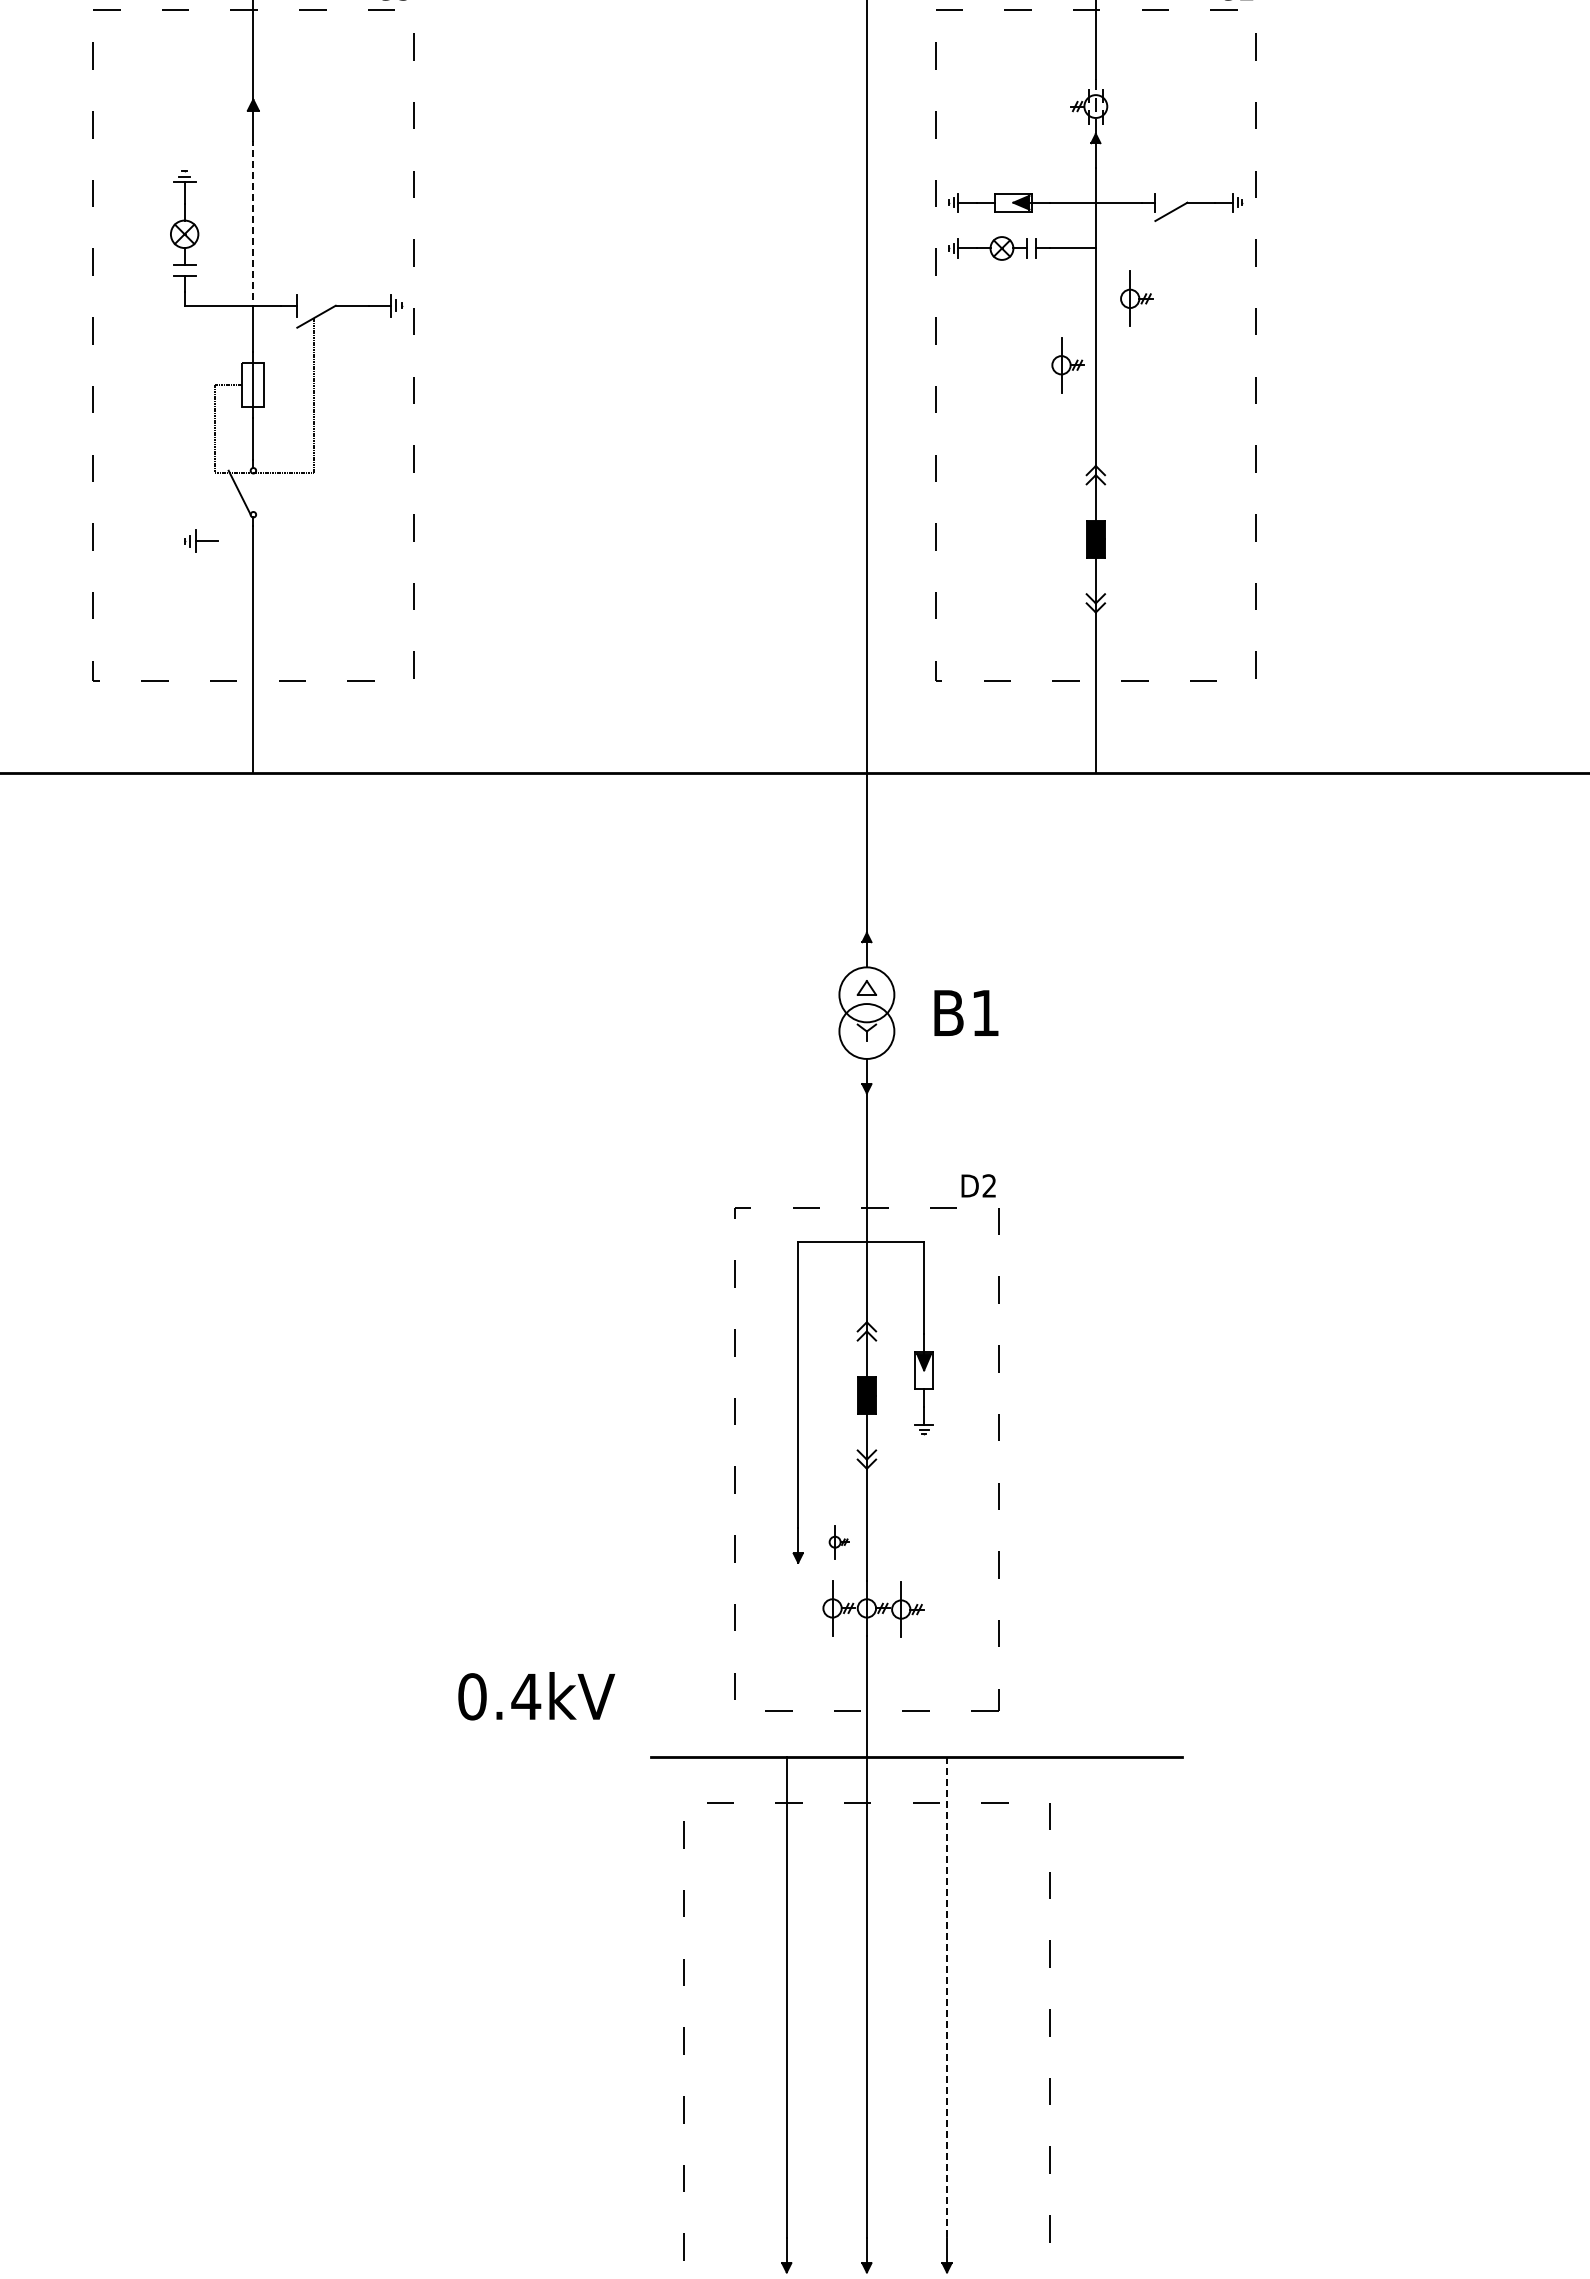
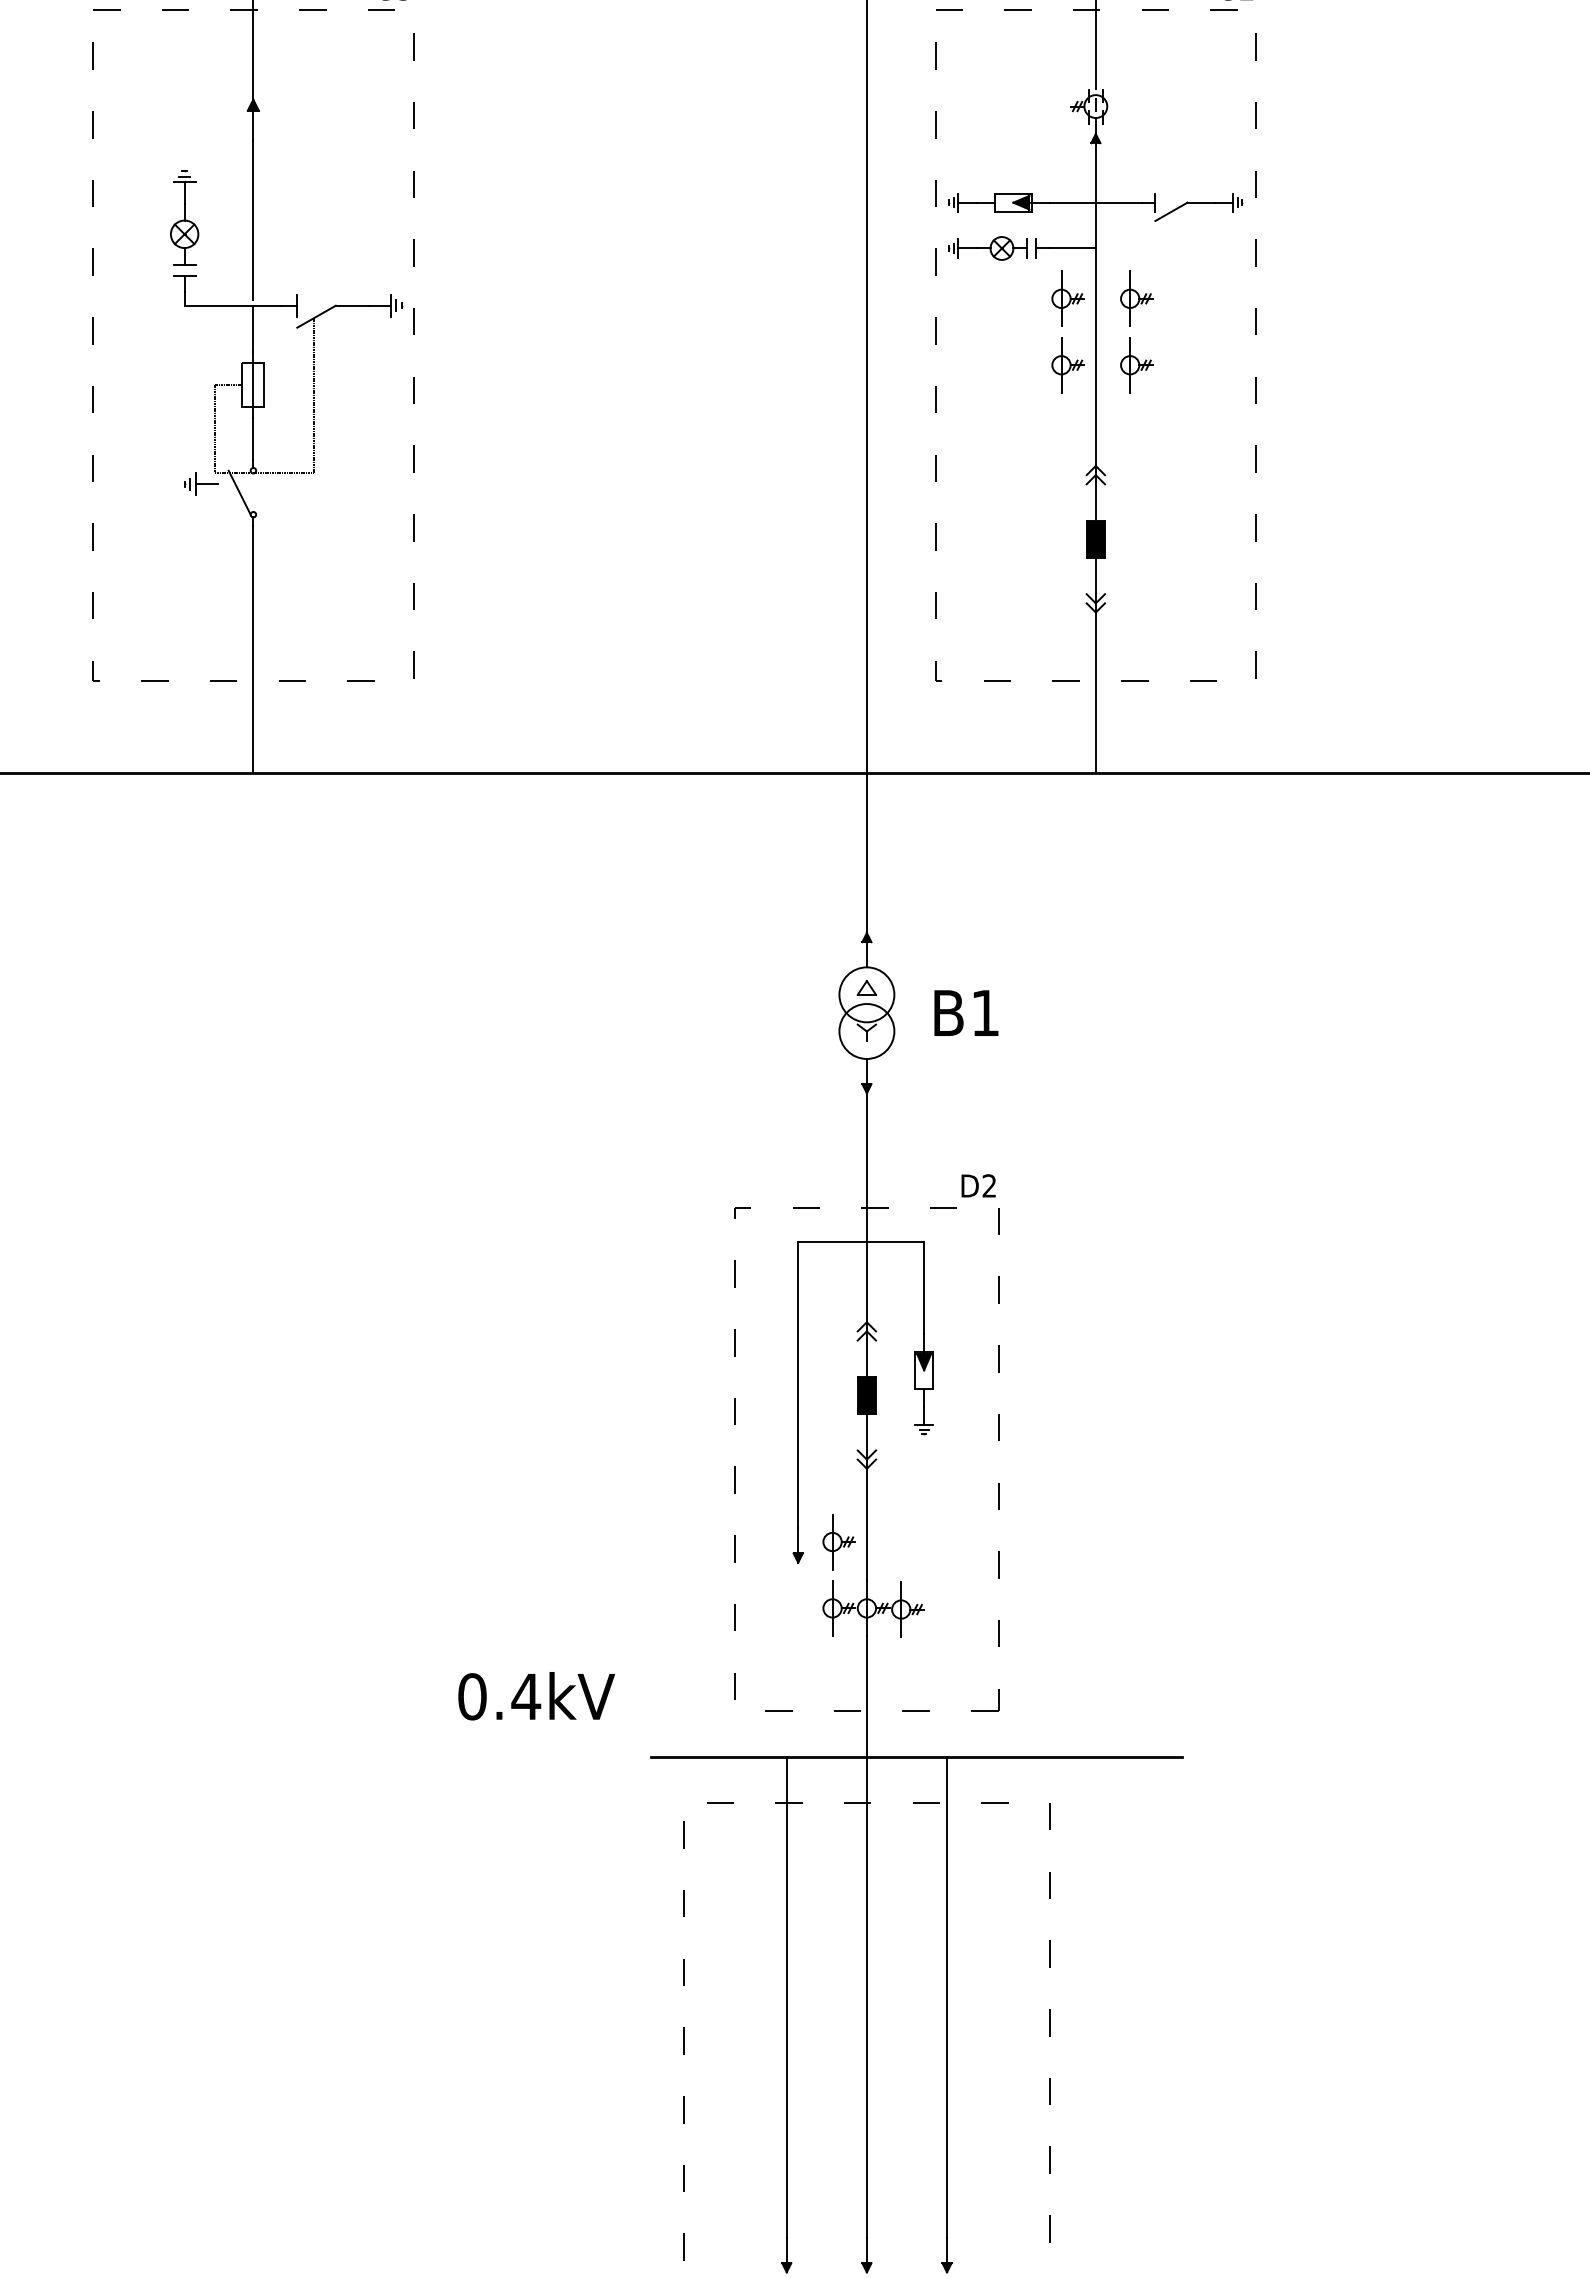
line at (253, 220): dashed -> solid
part at (1067, 298): none -> present
part at (1136, 365): none -> present
part at (201, 540) position: (201, 540) -> (201, 483)
part at (838, 1542) size: 22x35 px -> 34x57 px
line at (947, 1998): dashed -> solid
